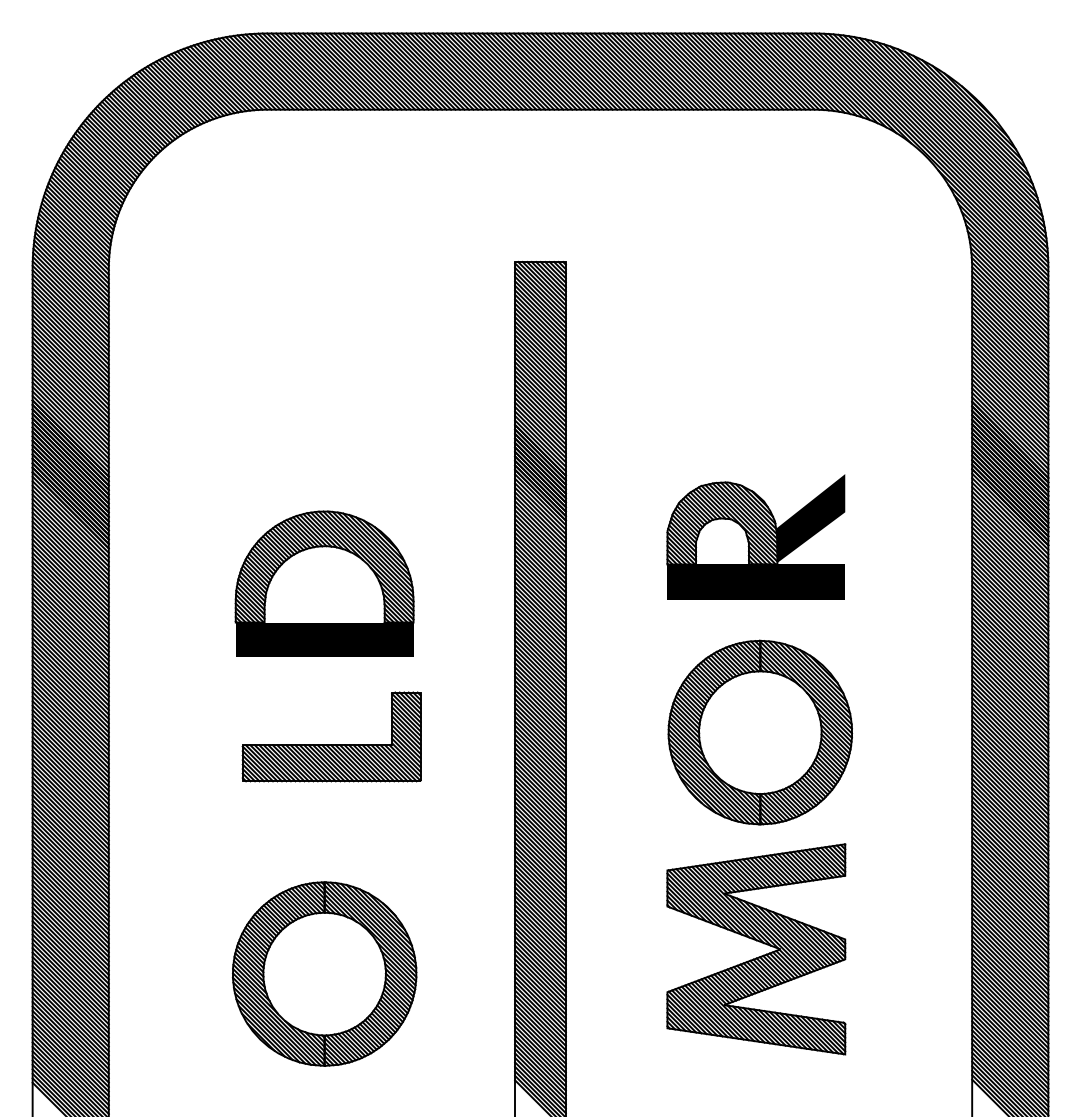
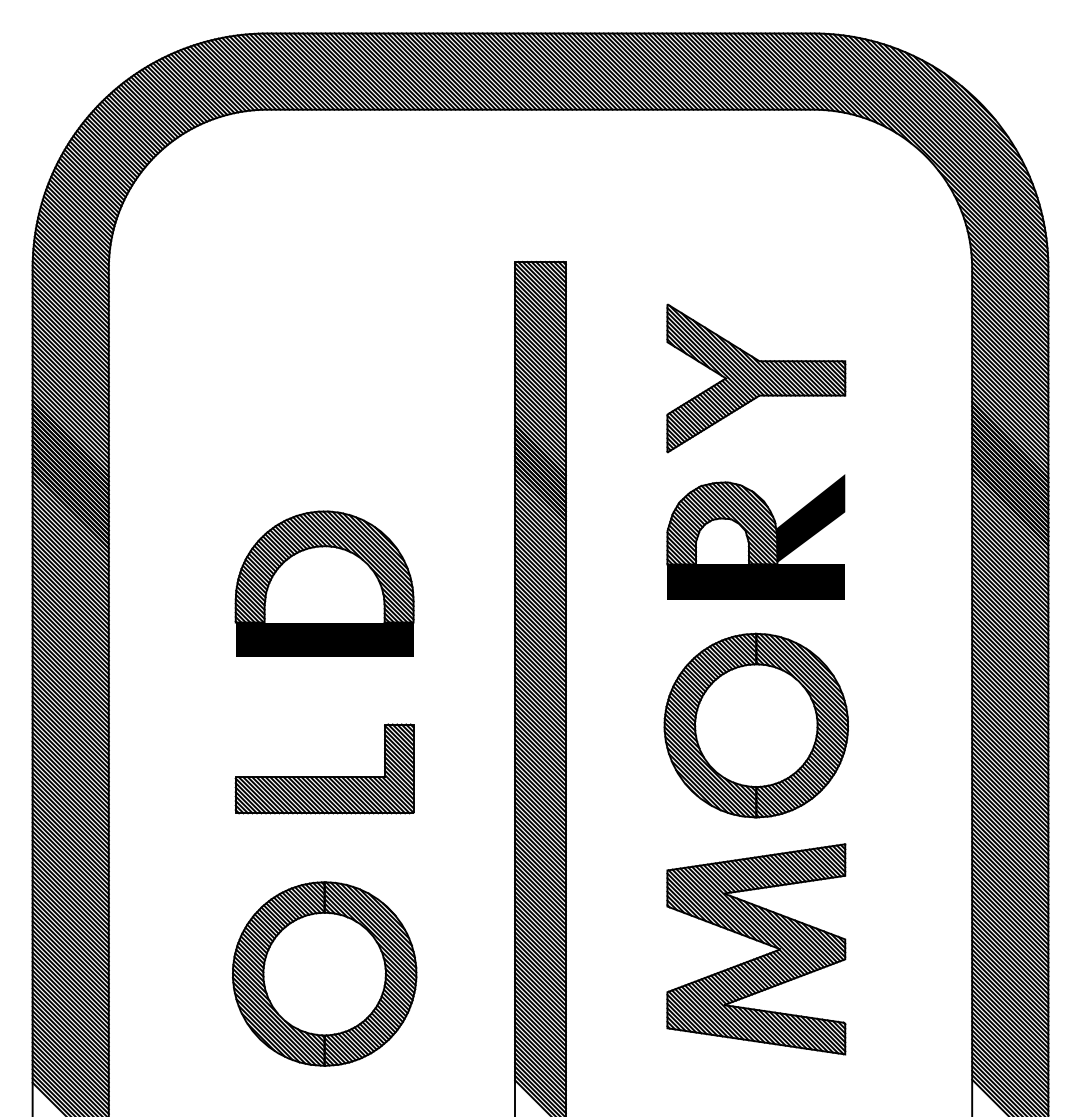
part at (756, 378): none -> present
part at (760, 732) position: (760, 732) -> (756, 725)
part at (331, 744) position: (331, 744) -> (324, 776)
